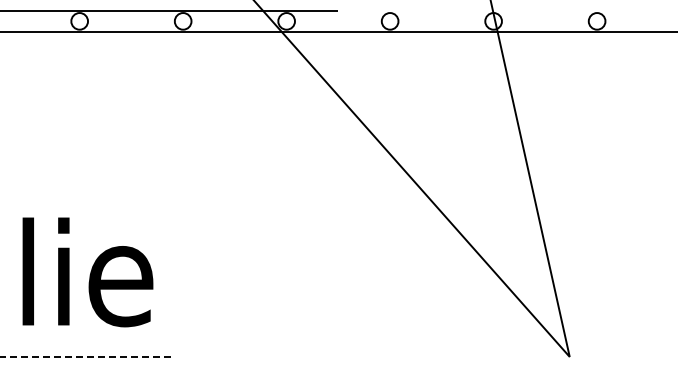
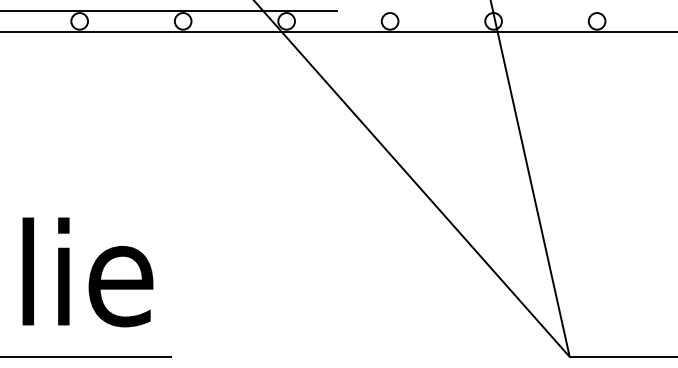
line at (85, 356): dashed -> solid
line at (621, 356): none -> present
